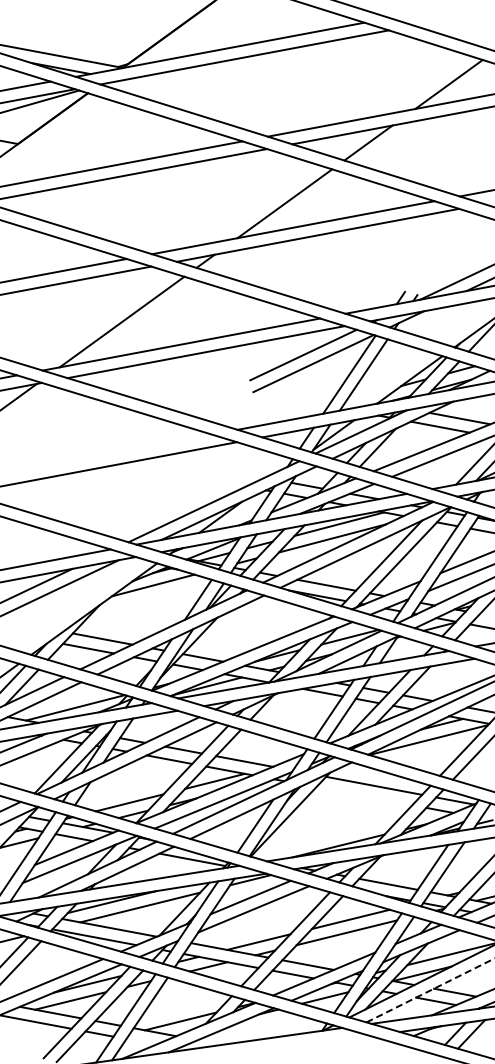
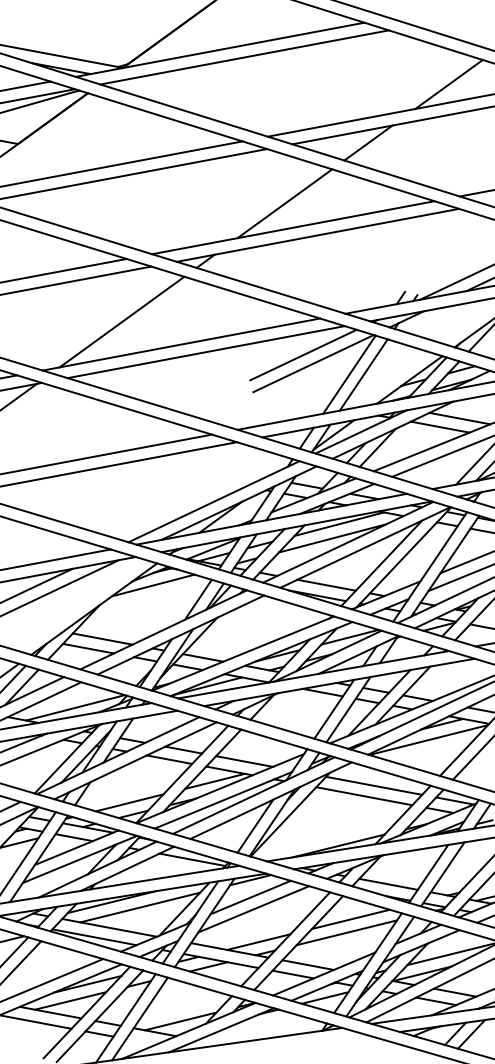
line at (107, 454): none -> present
line at (364, 796): none -> present
line at (430, 990): dashed -> solid
